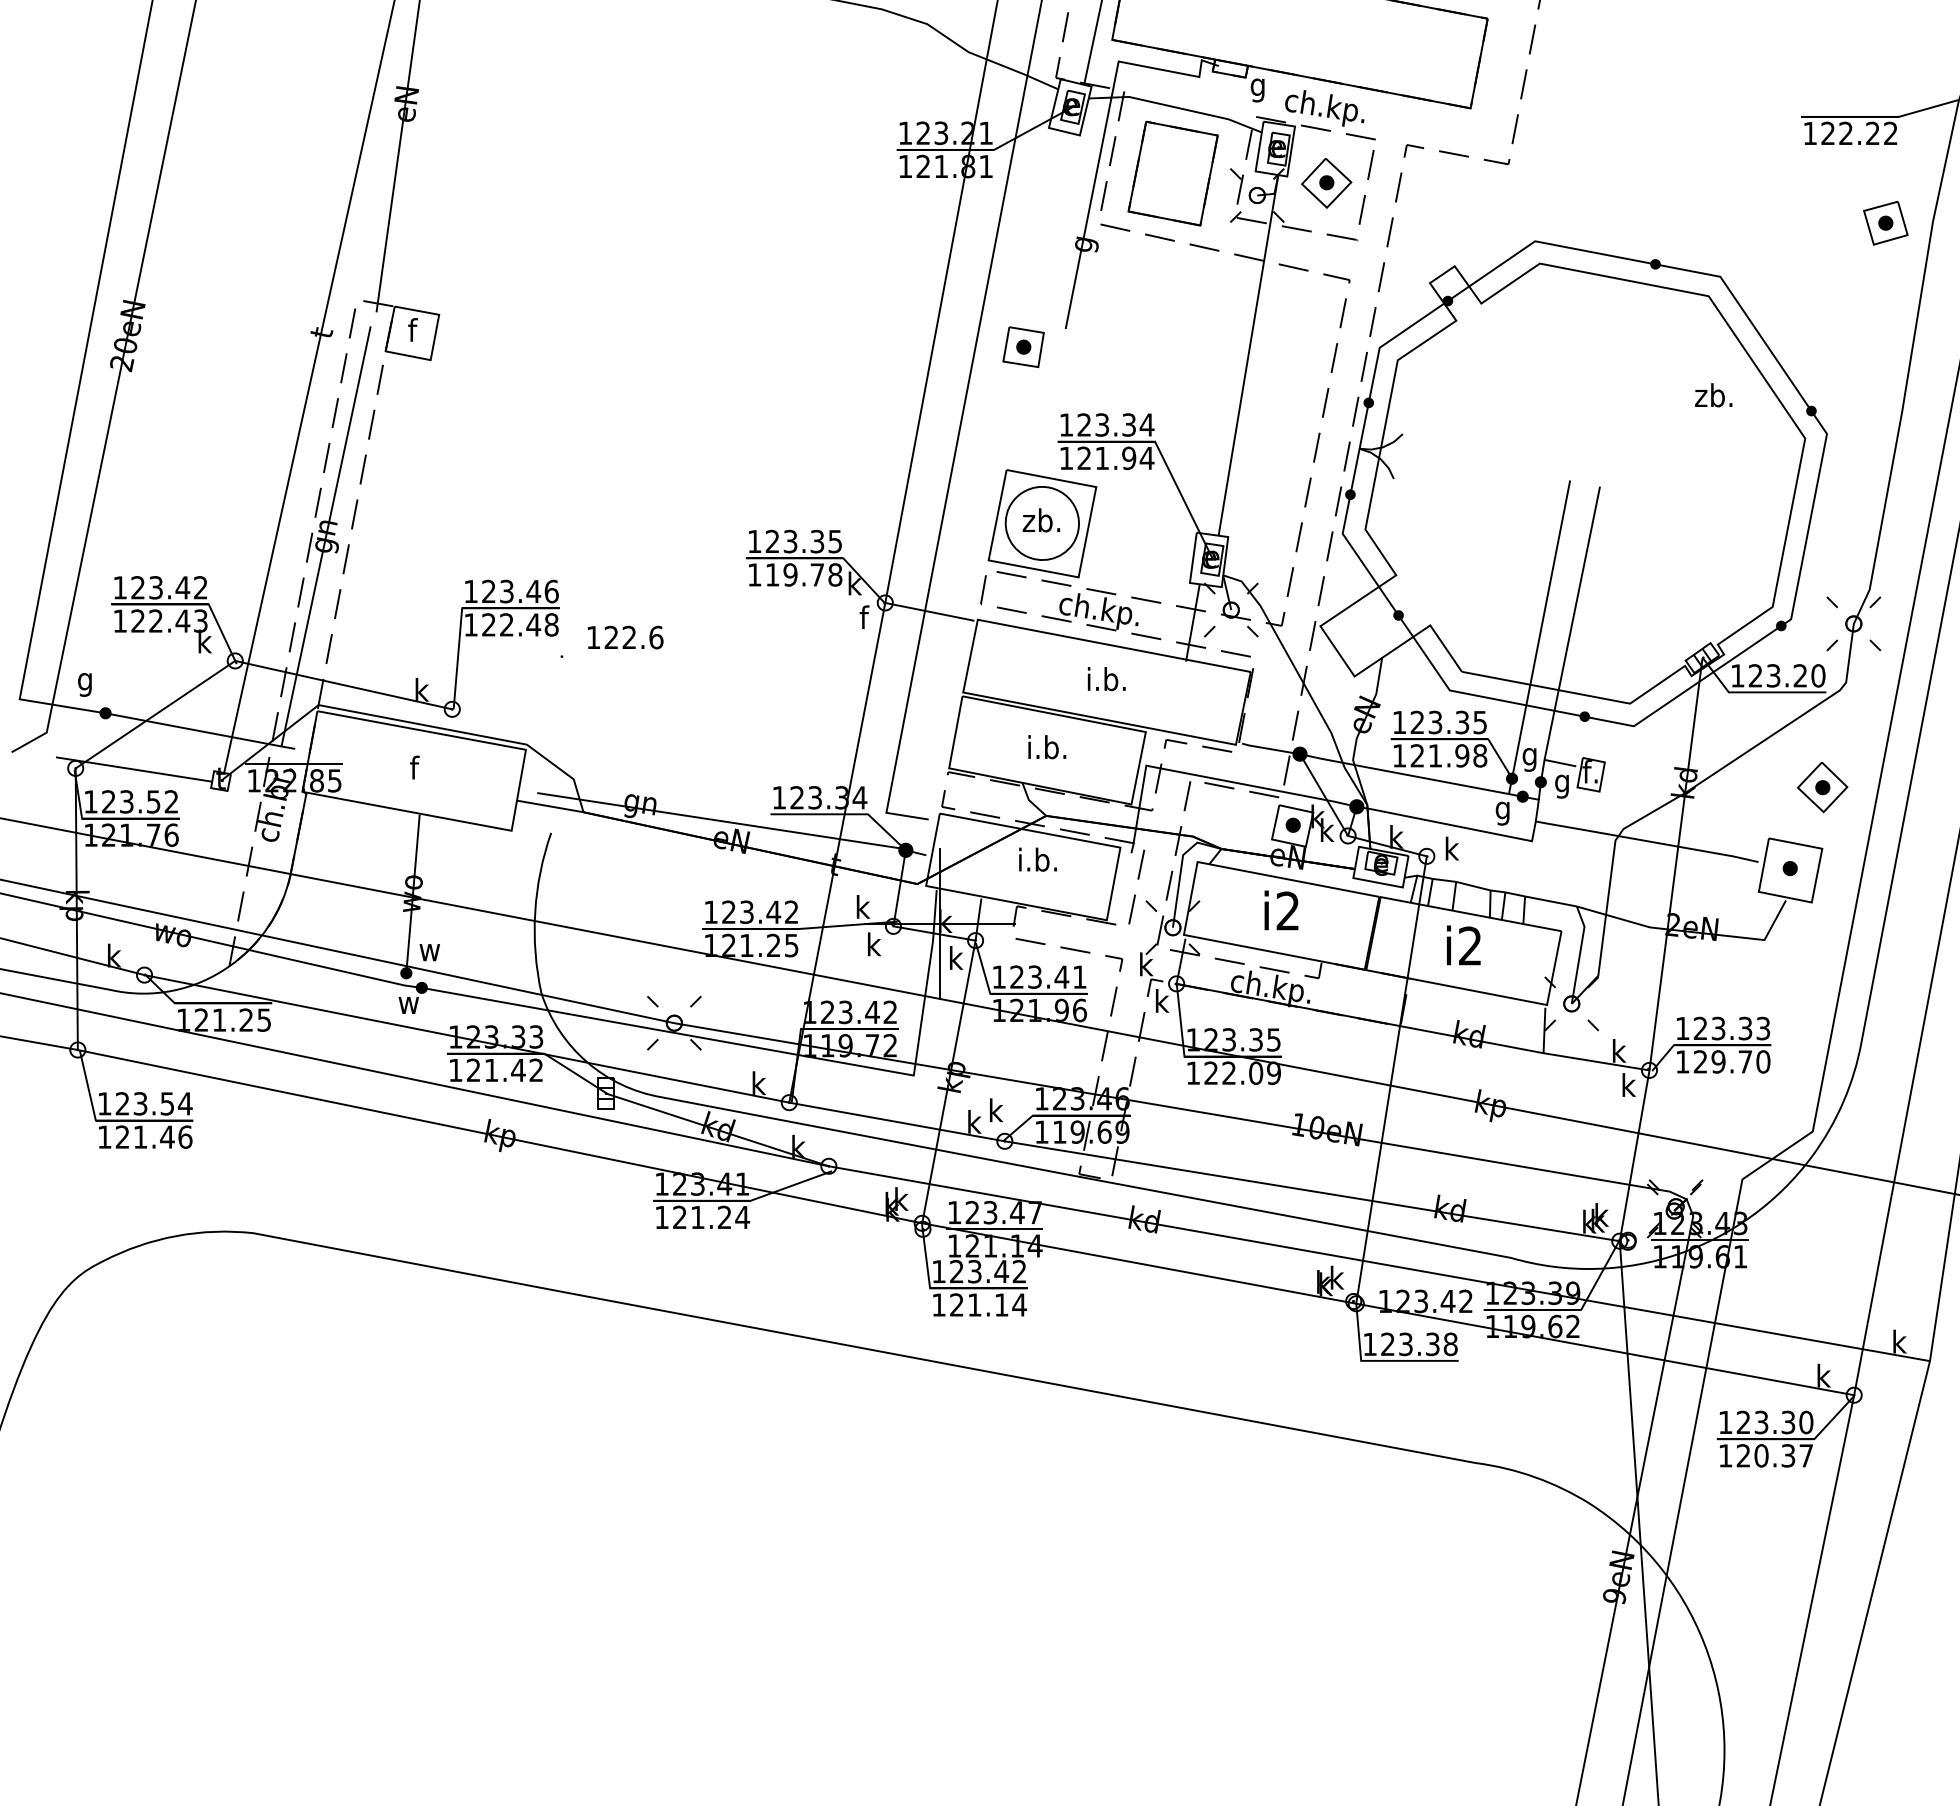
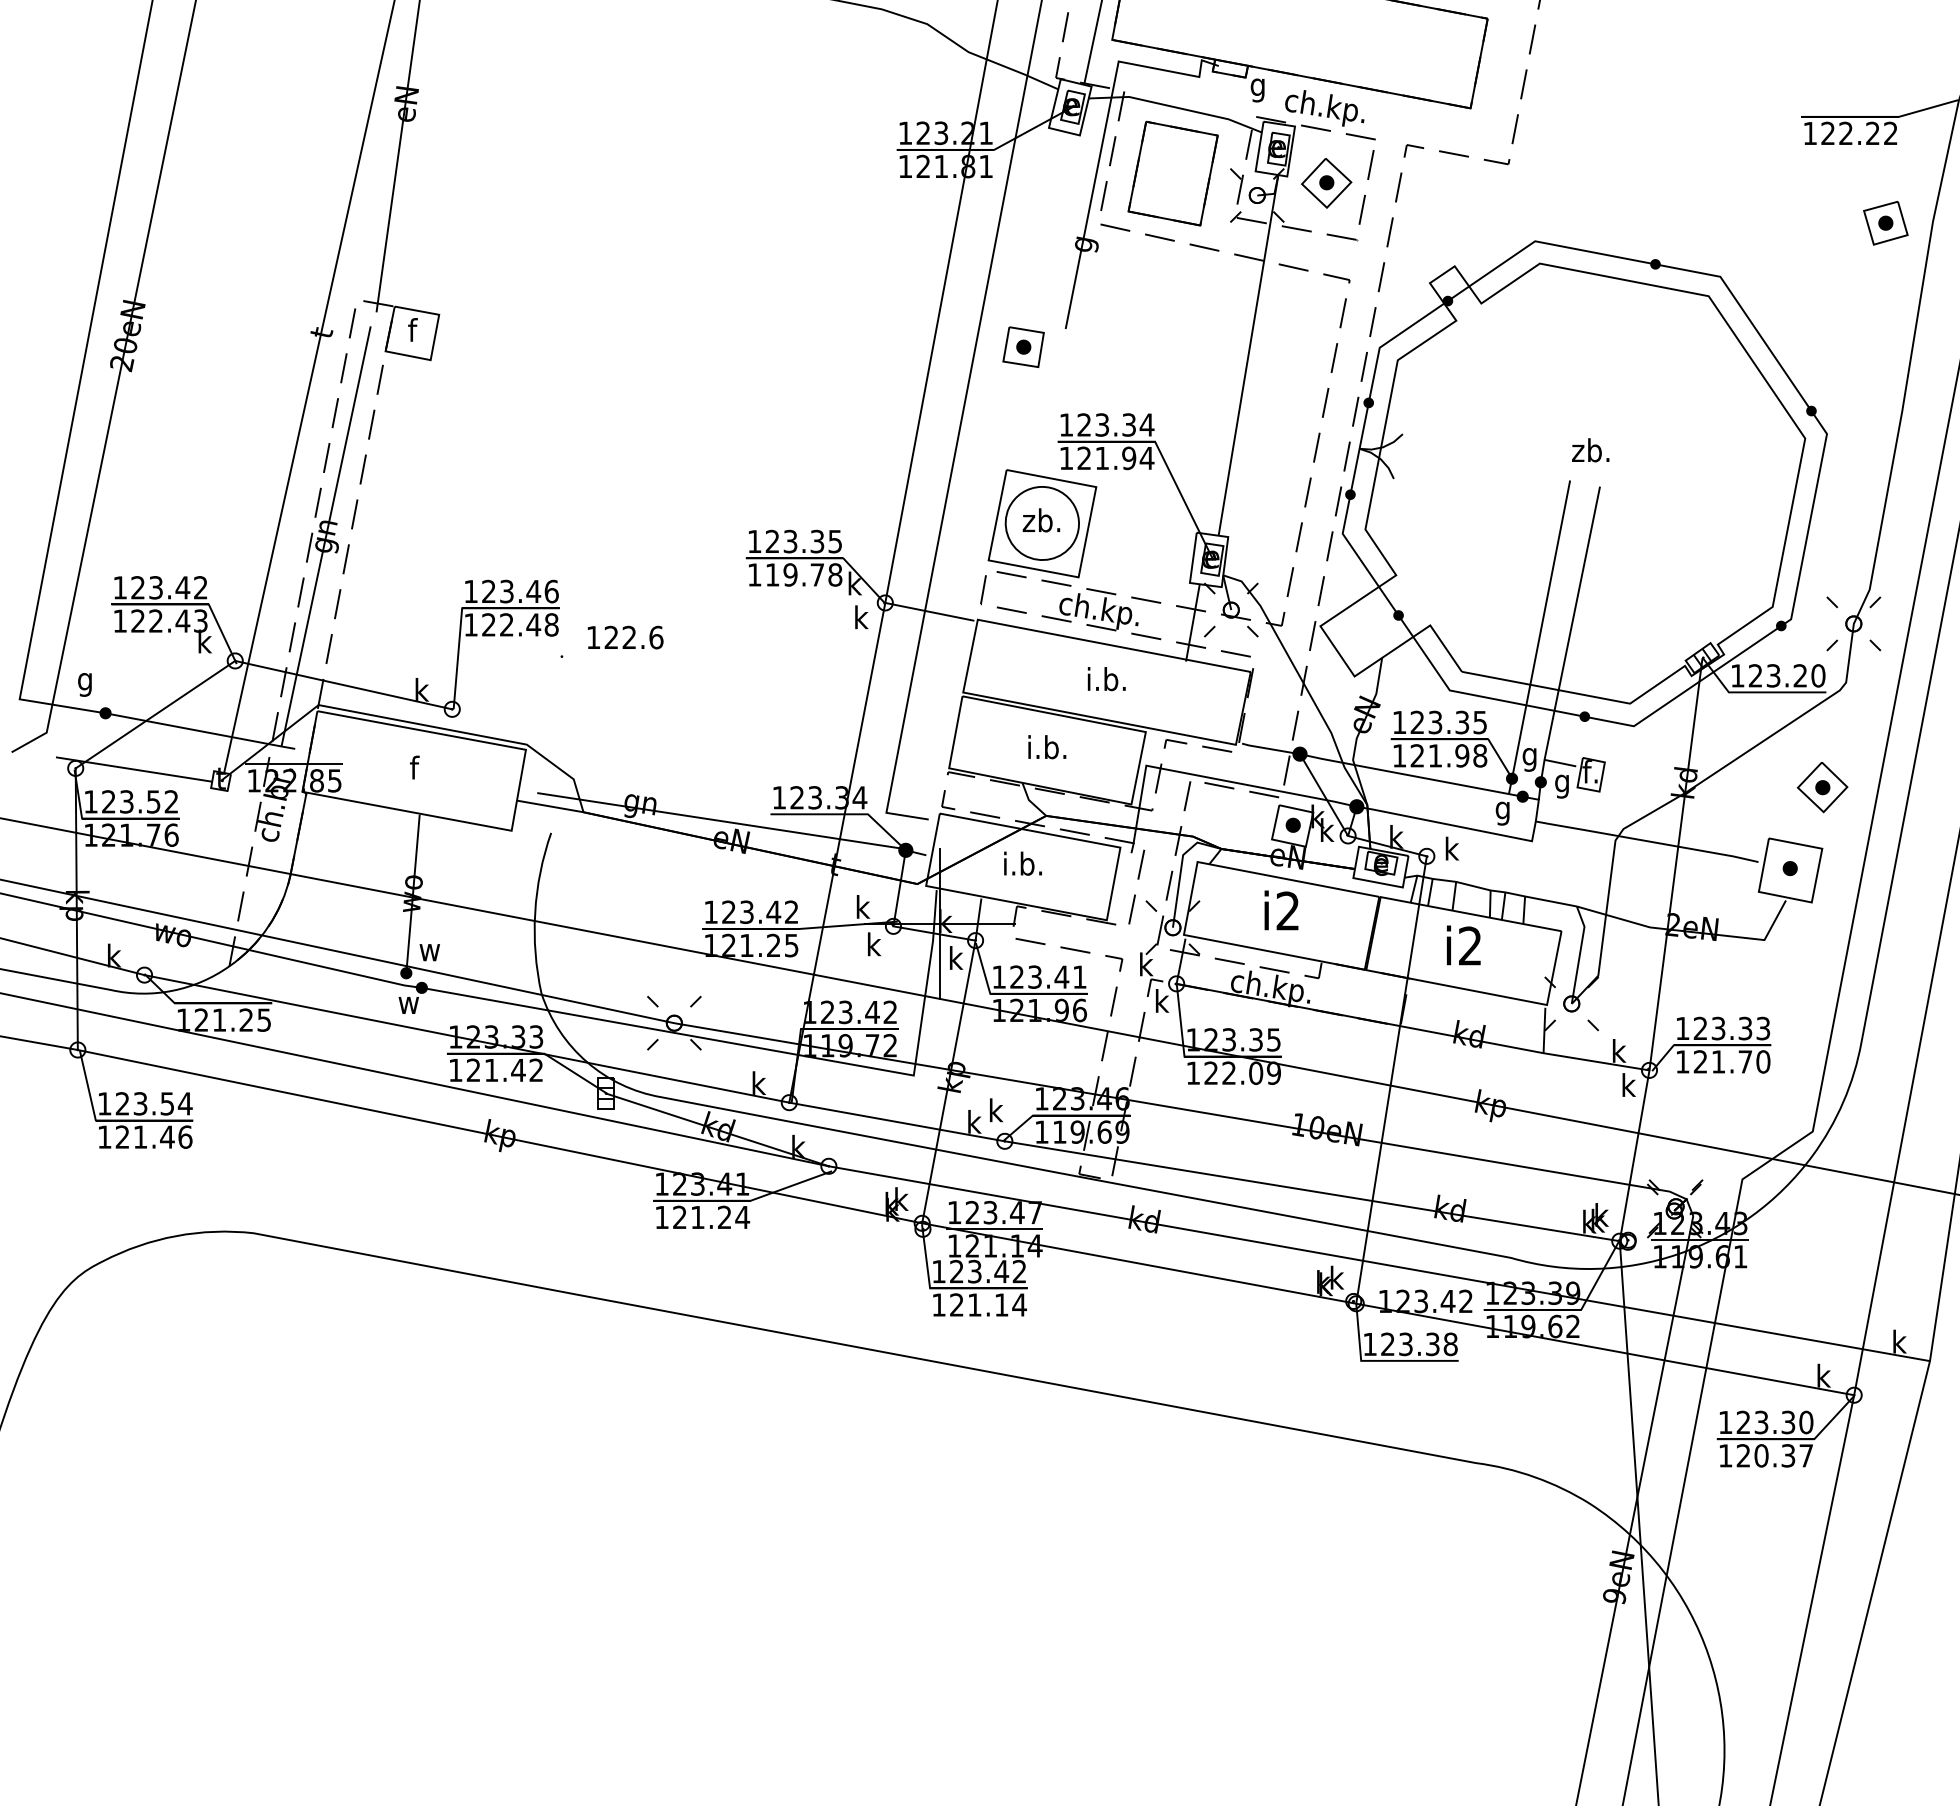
text at (1713, 395) position: (1713, 395) -> (1590, 450)
text at (862, 617): f -> k
text at (1037, 859) position: (1037, 859) -> (1022, 863)
text at (1718, 1061): 129.70 -> 121.70
